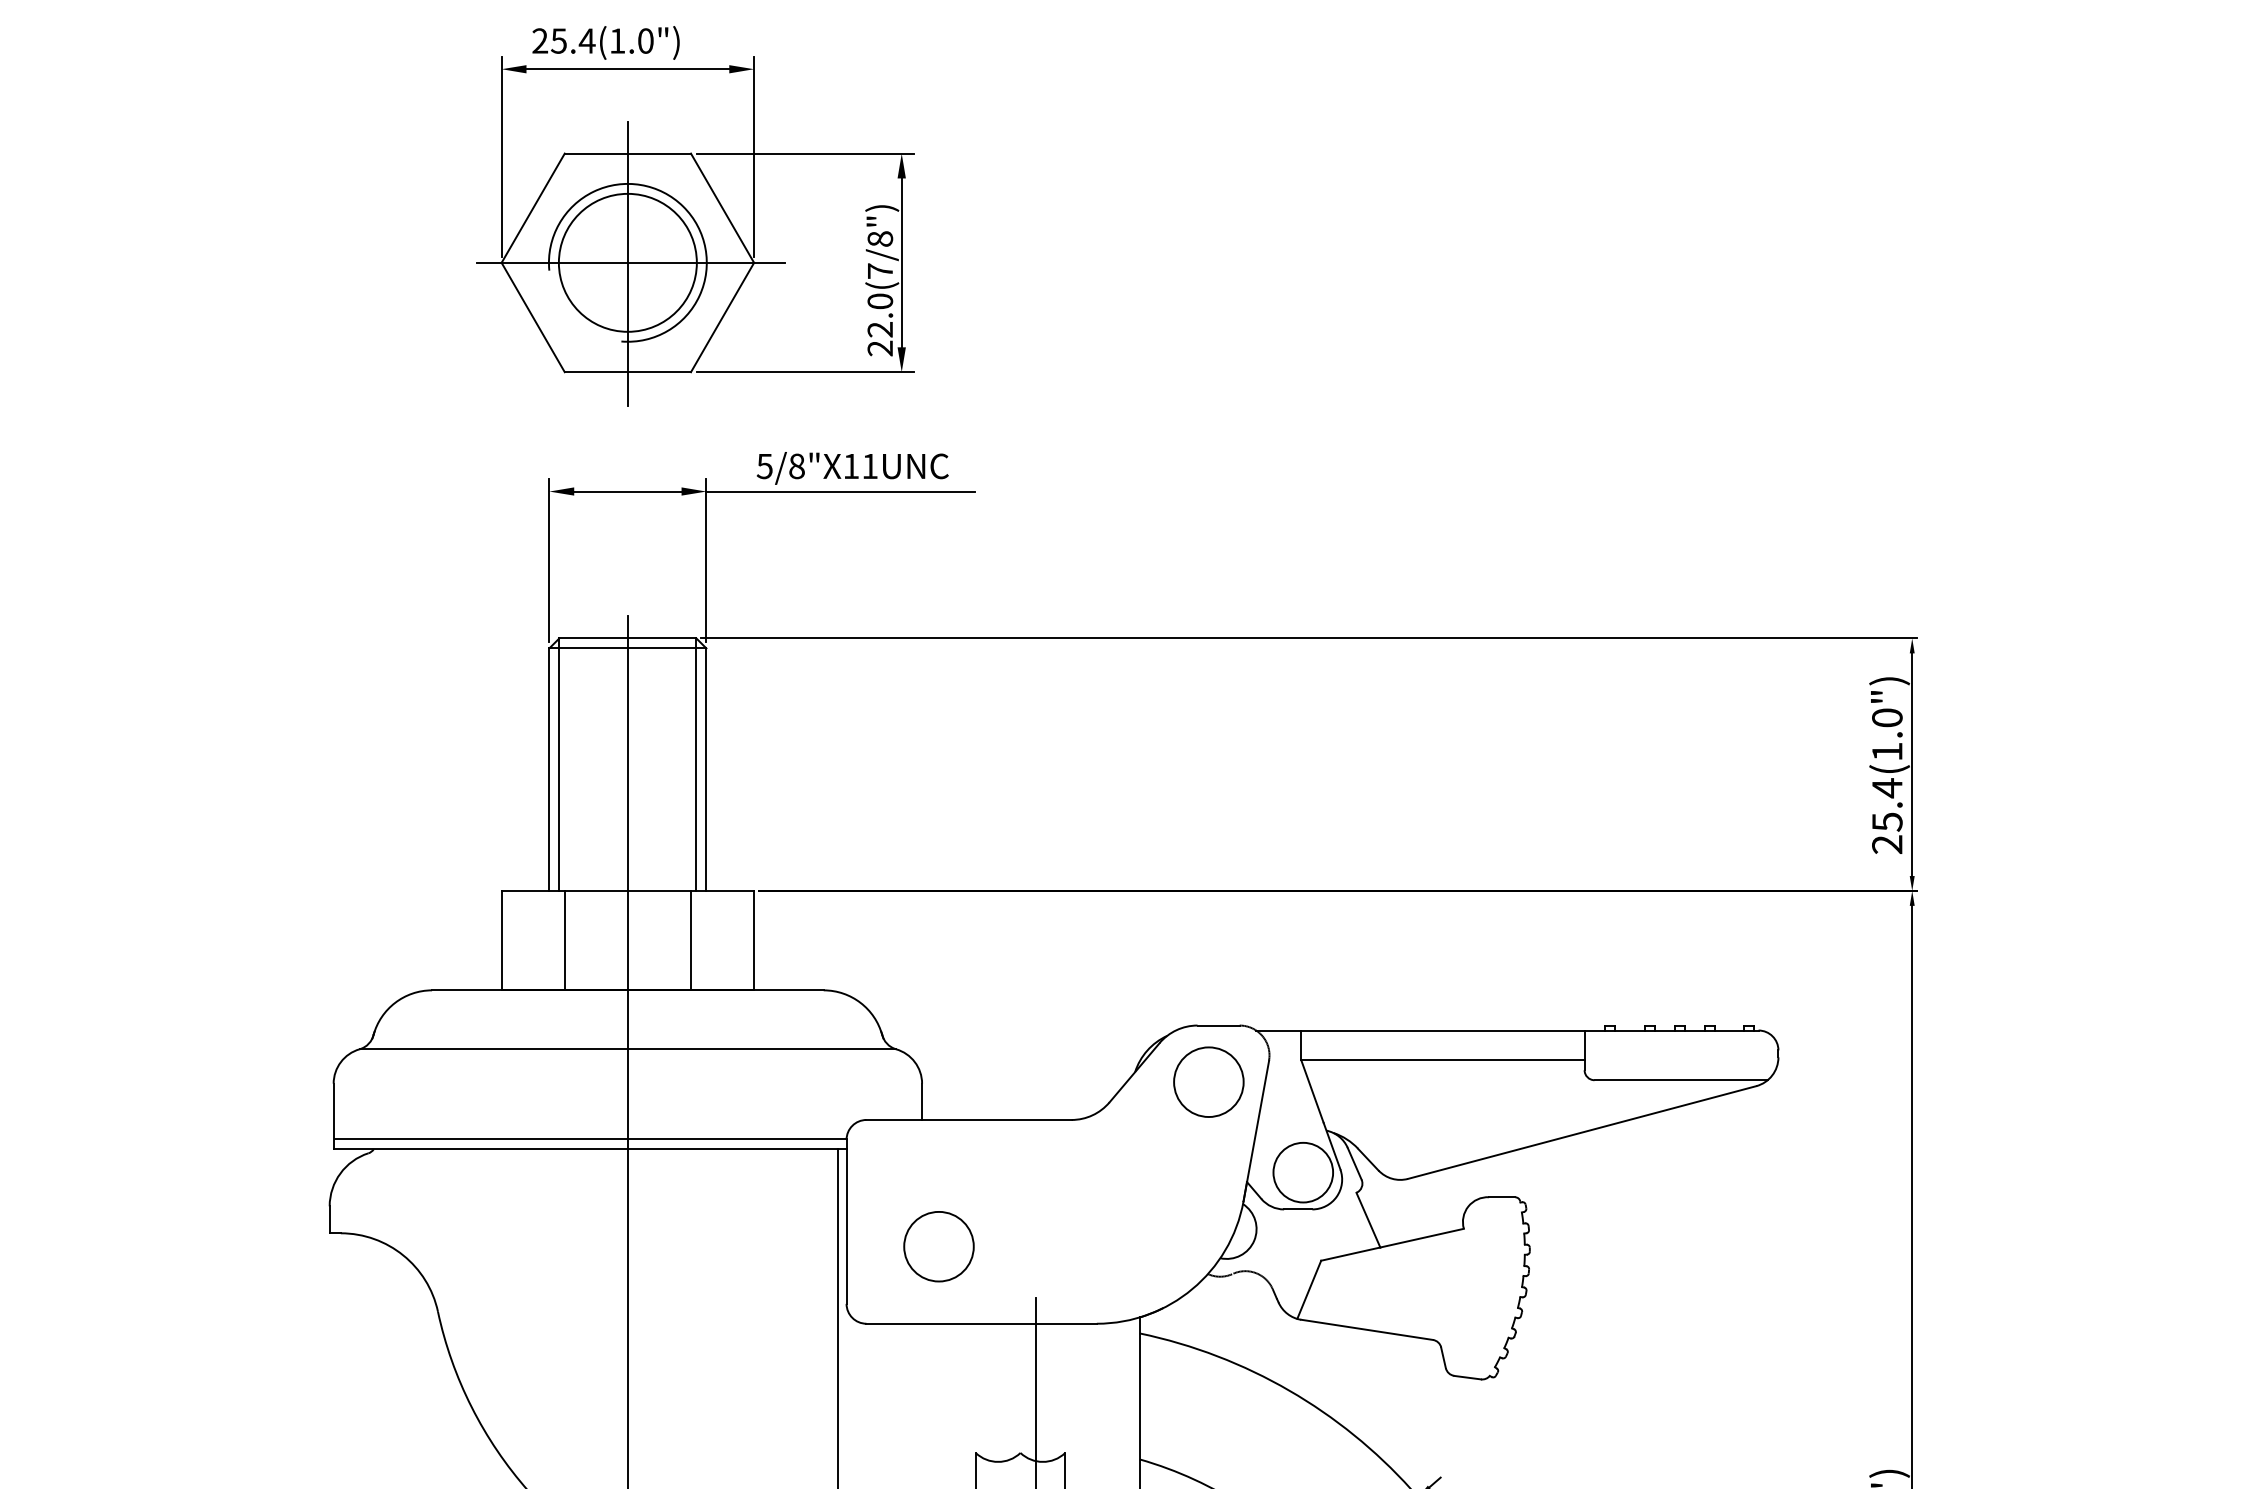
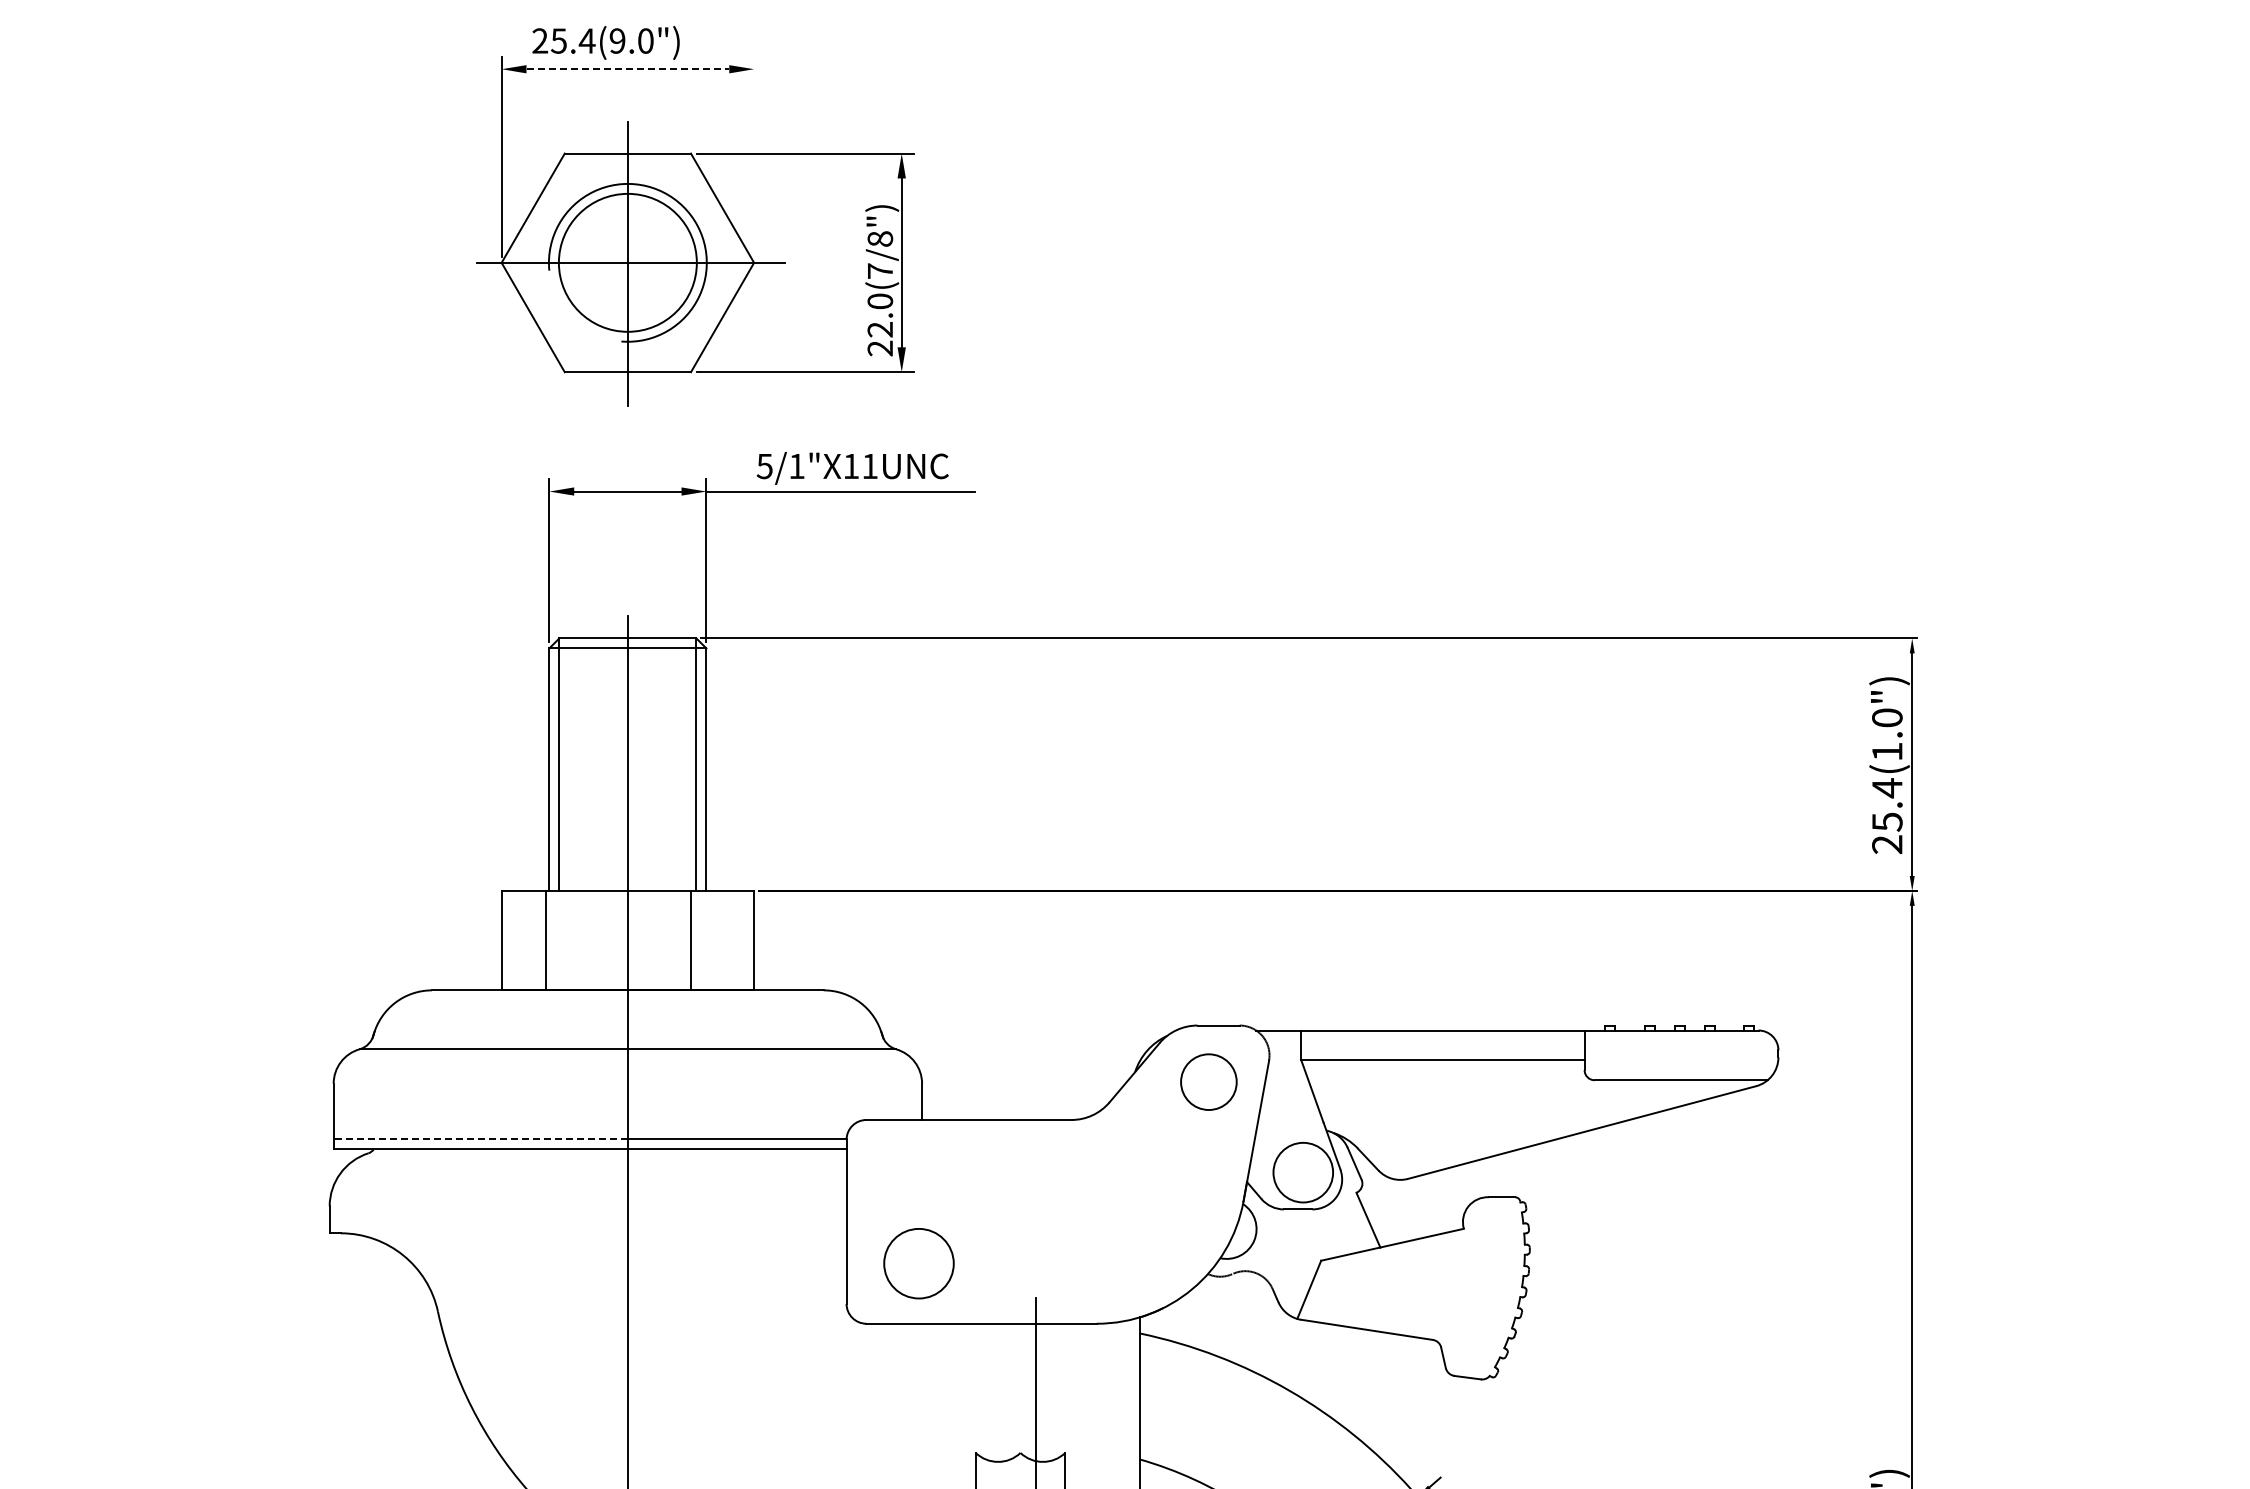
text at (617, 40): 25.4(1.0") -> 25.4(9.0")
line at (628, 69): solid -> dashed
line at (754, 156): present -> none
text at (796, 466): 5/8"X11UNC -> 5/1"X11UNC
line at (564, 940) position: (564, 940) -> (545, 940)
circle at (1208, 1081) size: 72x72 px -> 58x58 px
line at (481, 1139): solid -> dashed
circle at (938, 1246) position: (938, 1246) -> (918, 1263)
line at (837, 1317): present -> none
